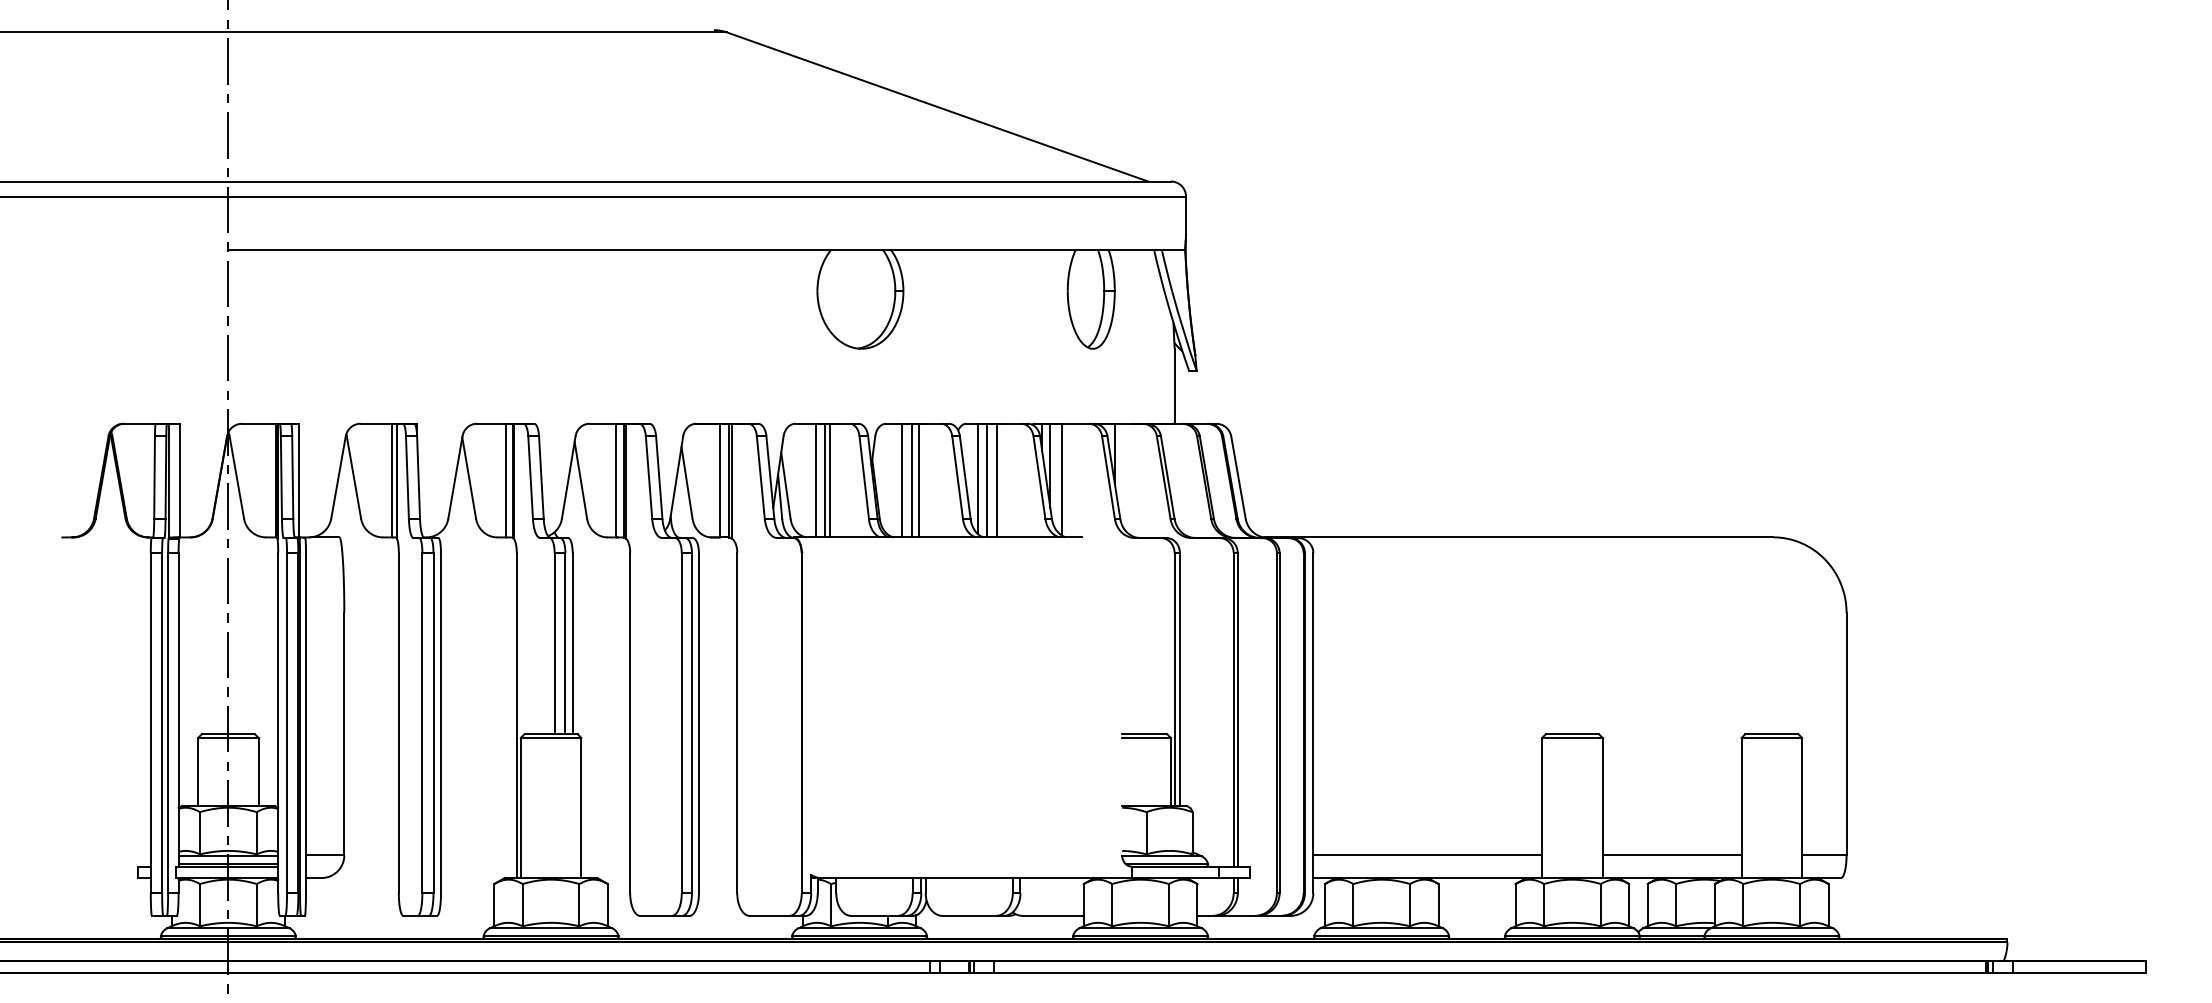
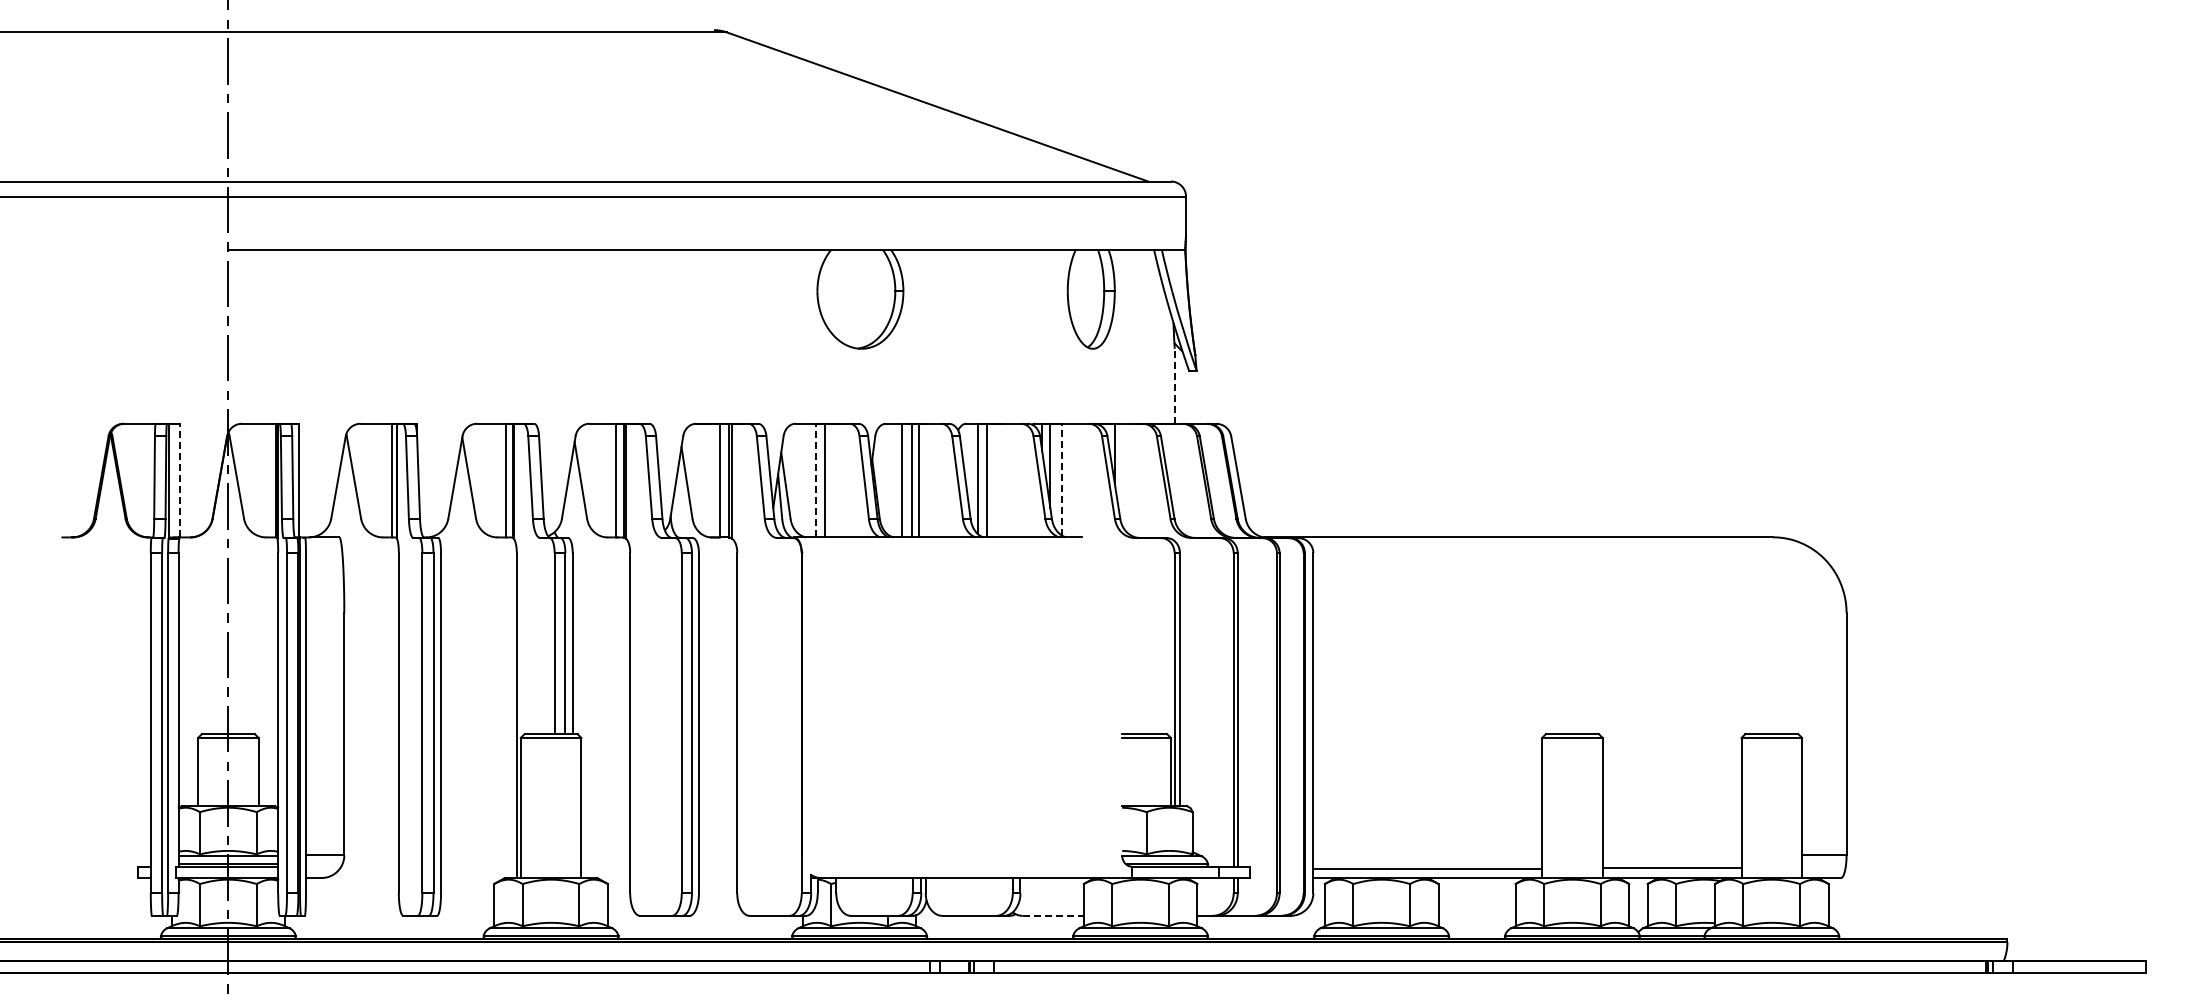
line at (1174, 385): solid -> dashed
line at (1062, 479): solid -> dashed
line at (180, 480): solid -> dashed
line at (815, 480): solid -> dashed
line at (830, 480): present -> none
line at (996, 480): present -> none
line at (1427, 855) position: (1427, 855) -> (1427, 869)
line at (1671, 855) position: (1671, 855) -> (1671, 868)
line at (1053, 915): solid -> dashed
